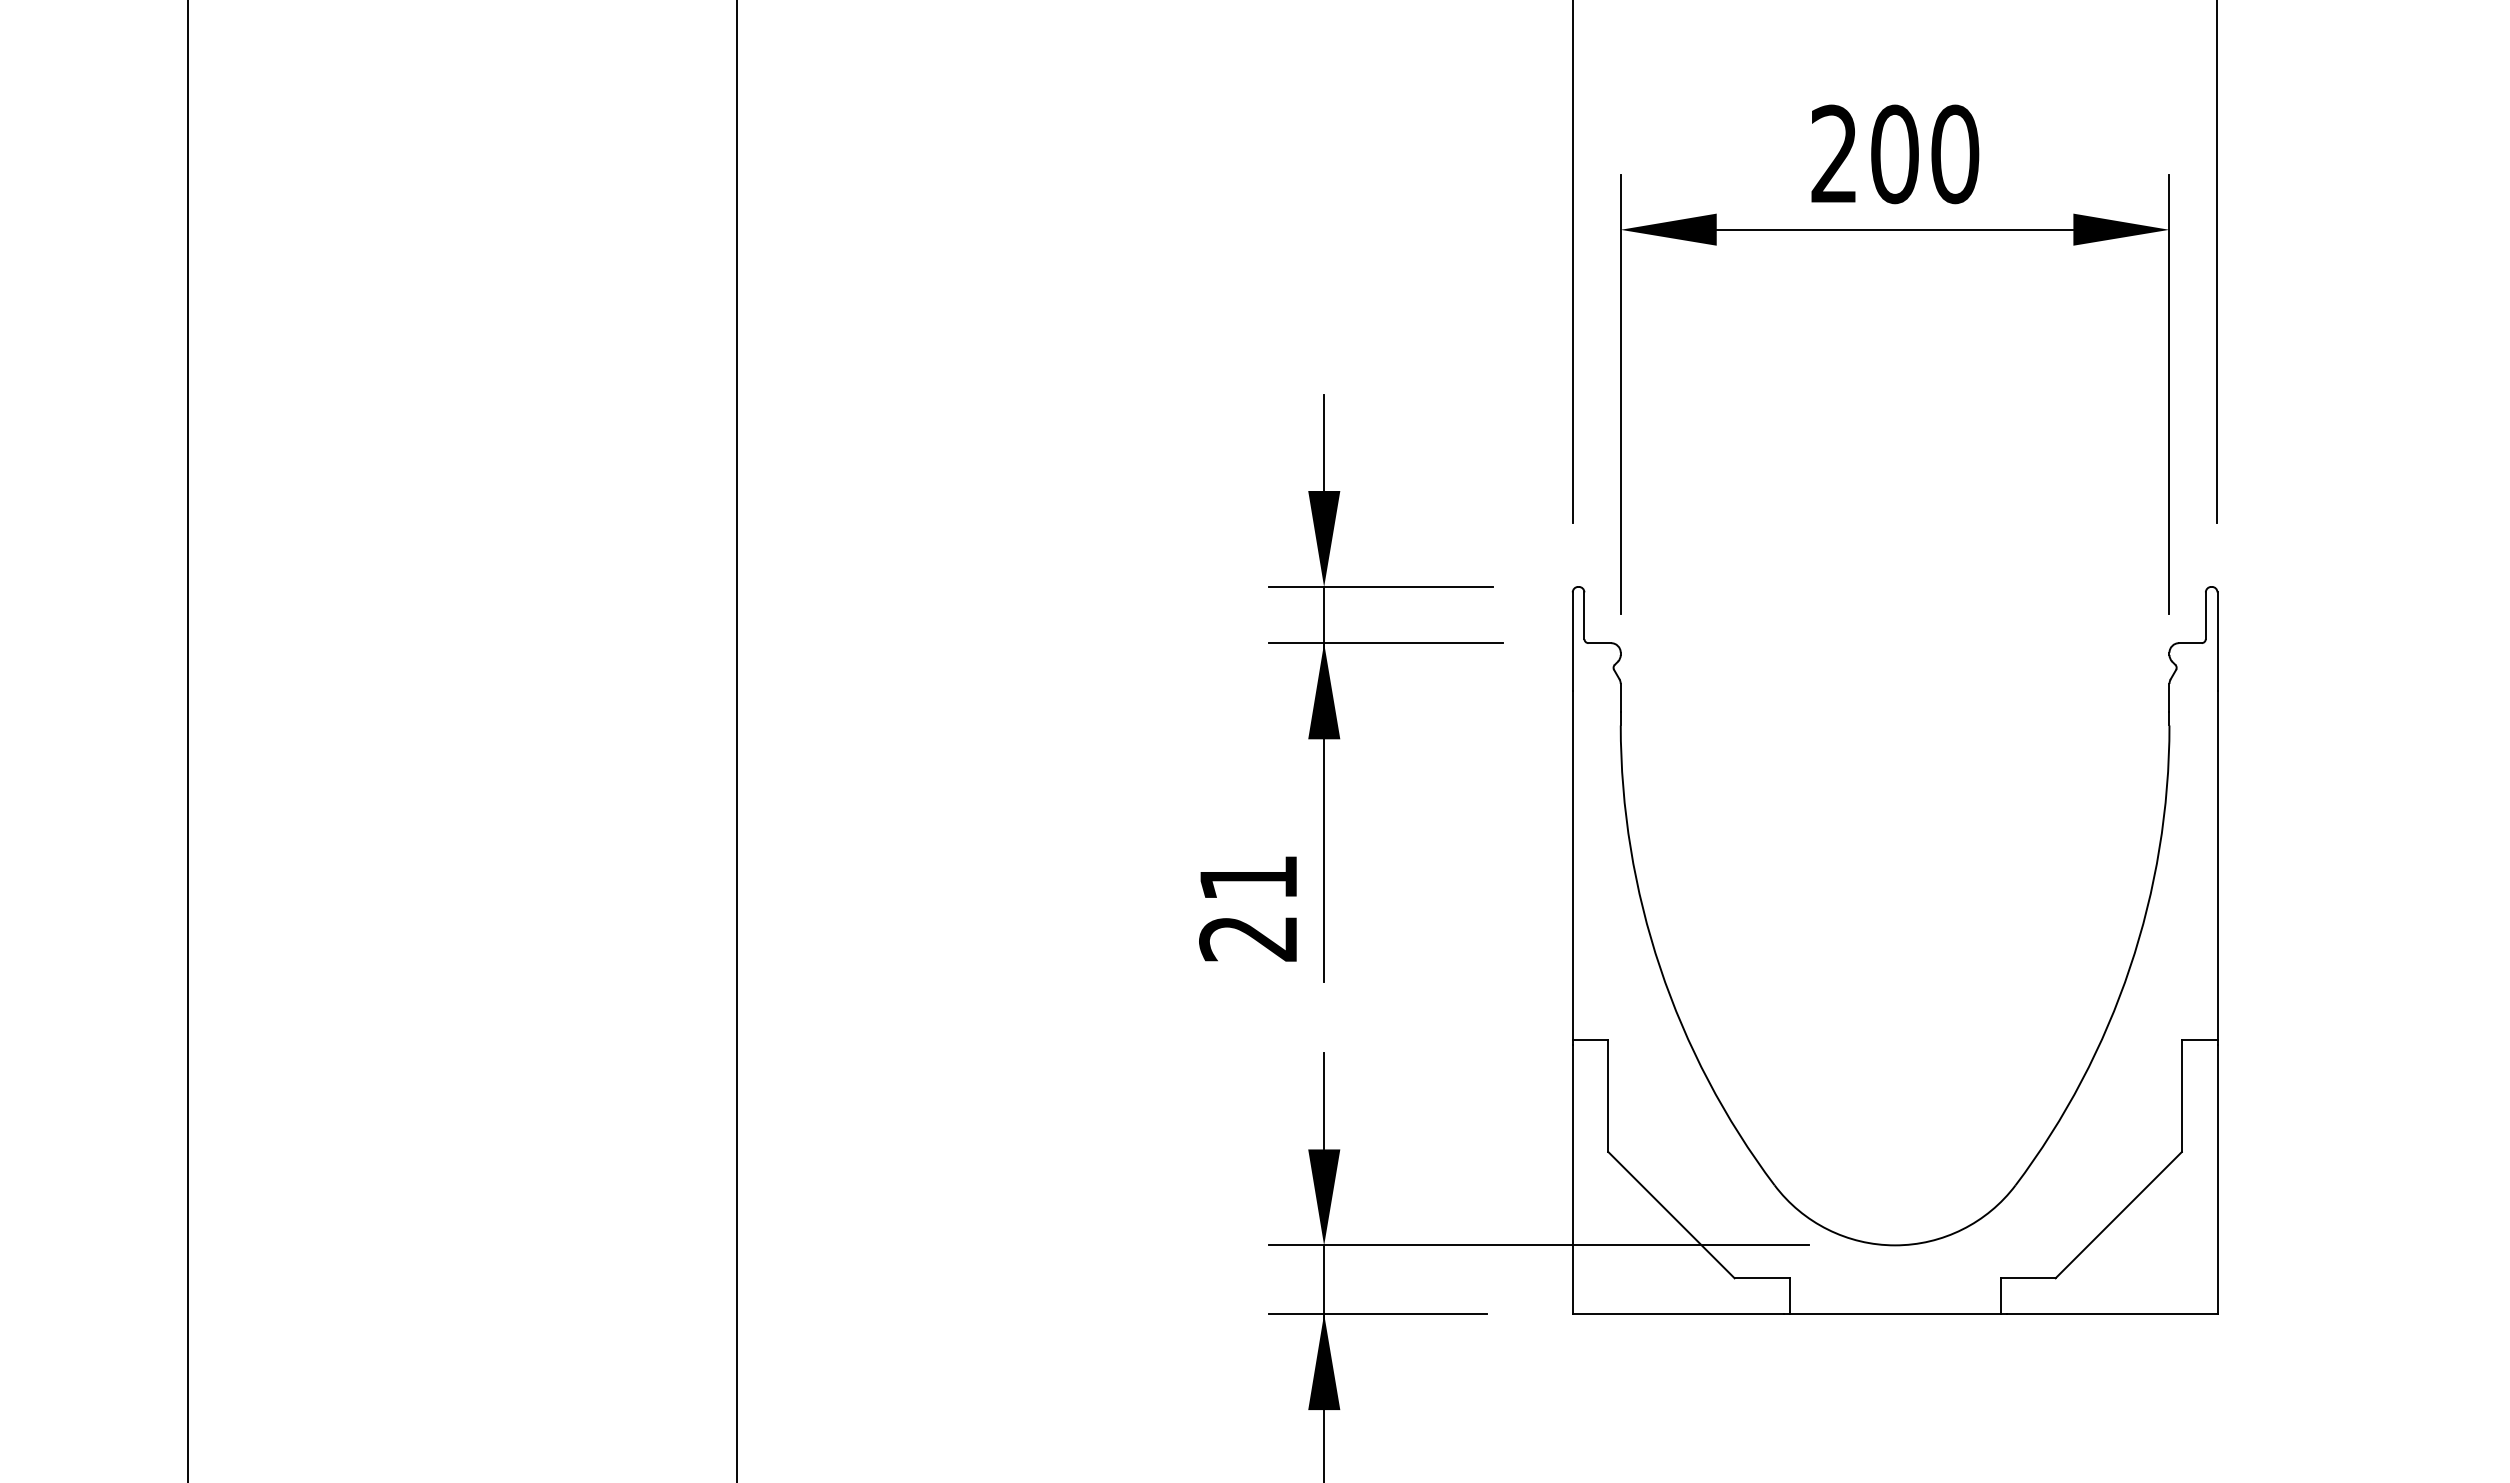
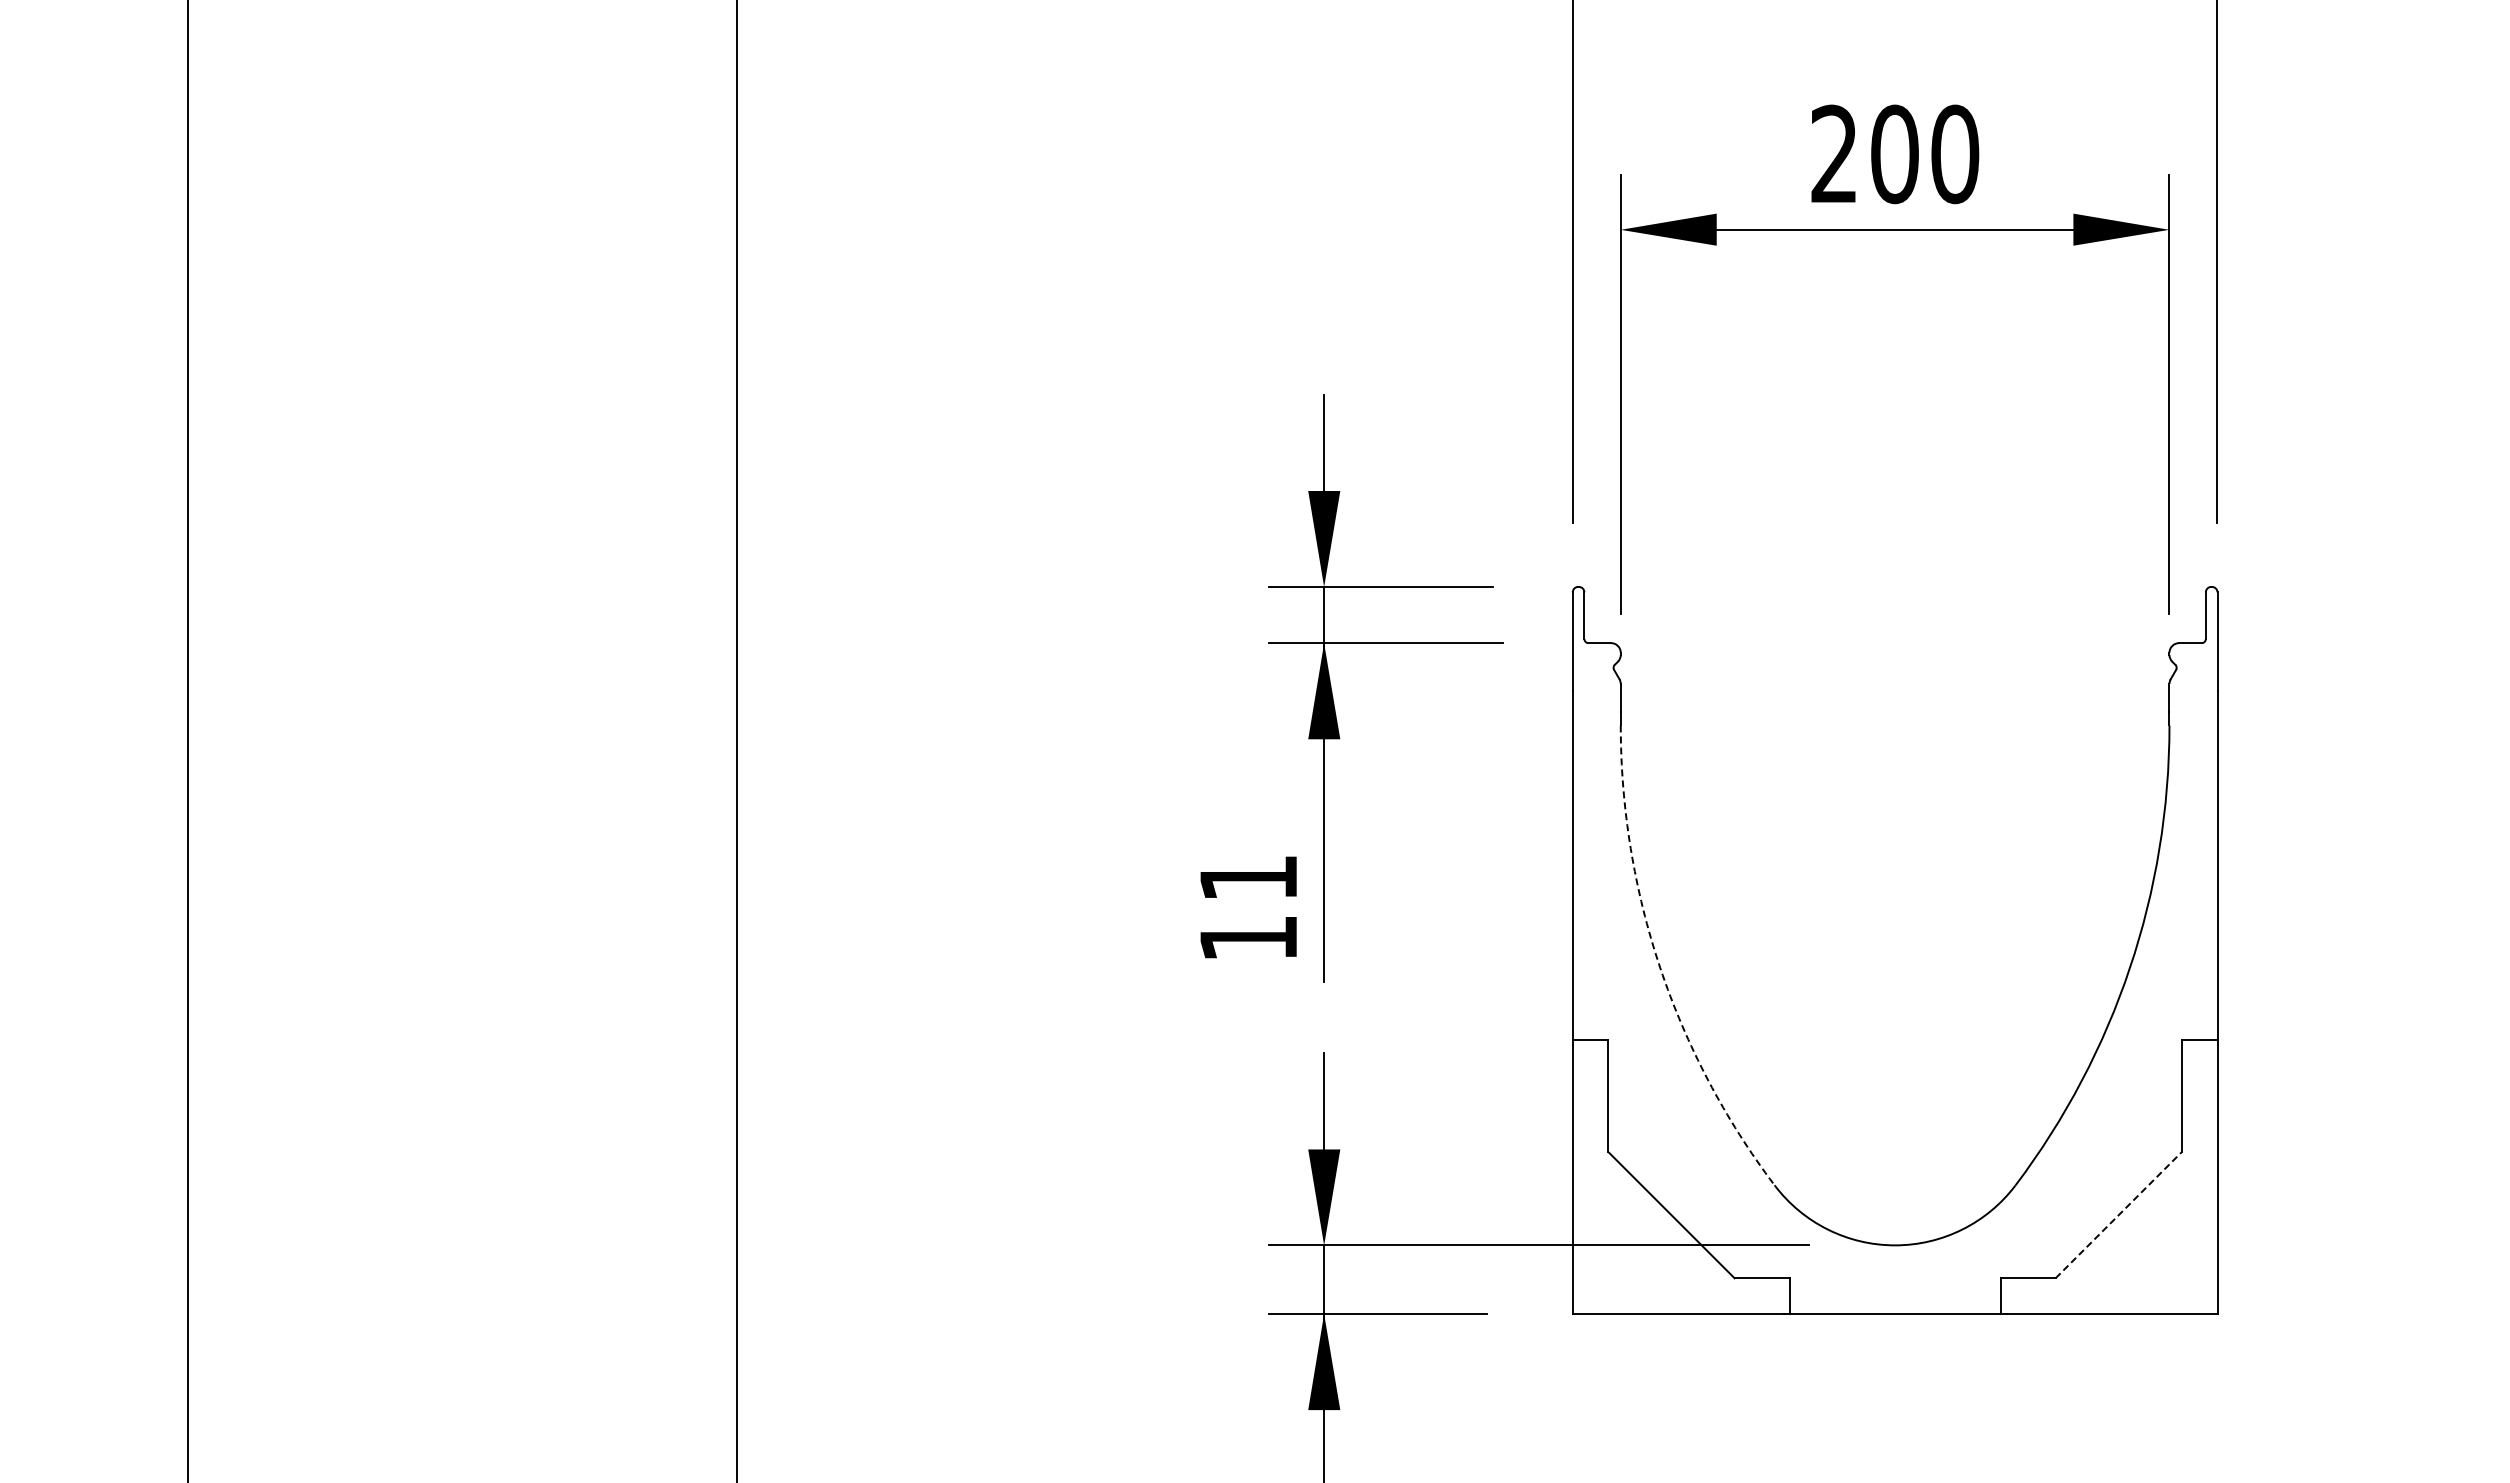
text at (1247, 939): 21 -> 11
arc at (1660, 967): solid -> dashed
line at (2119, 1214): solid -> dashed
